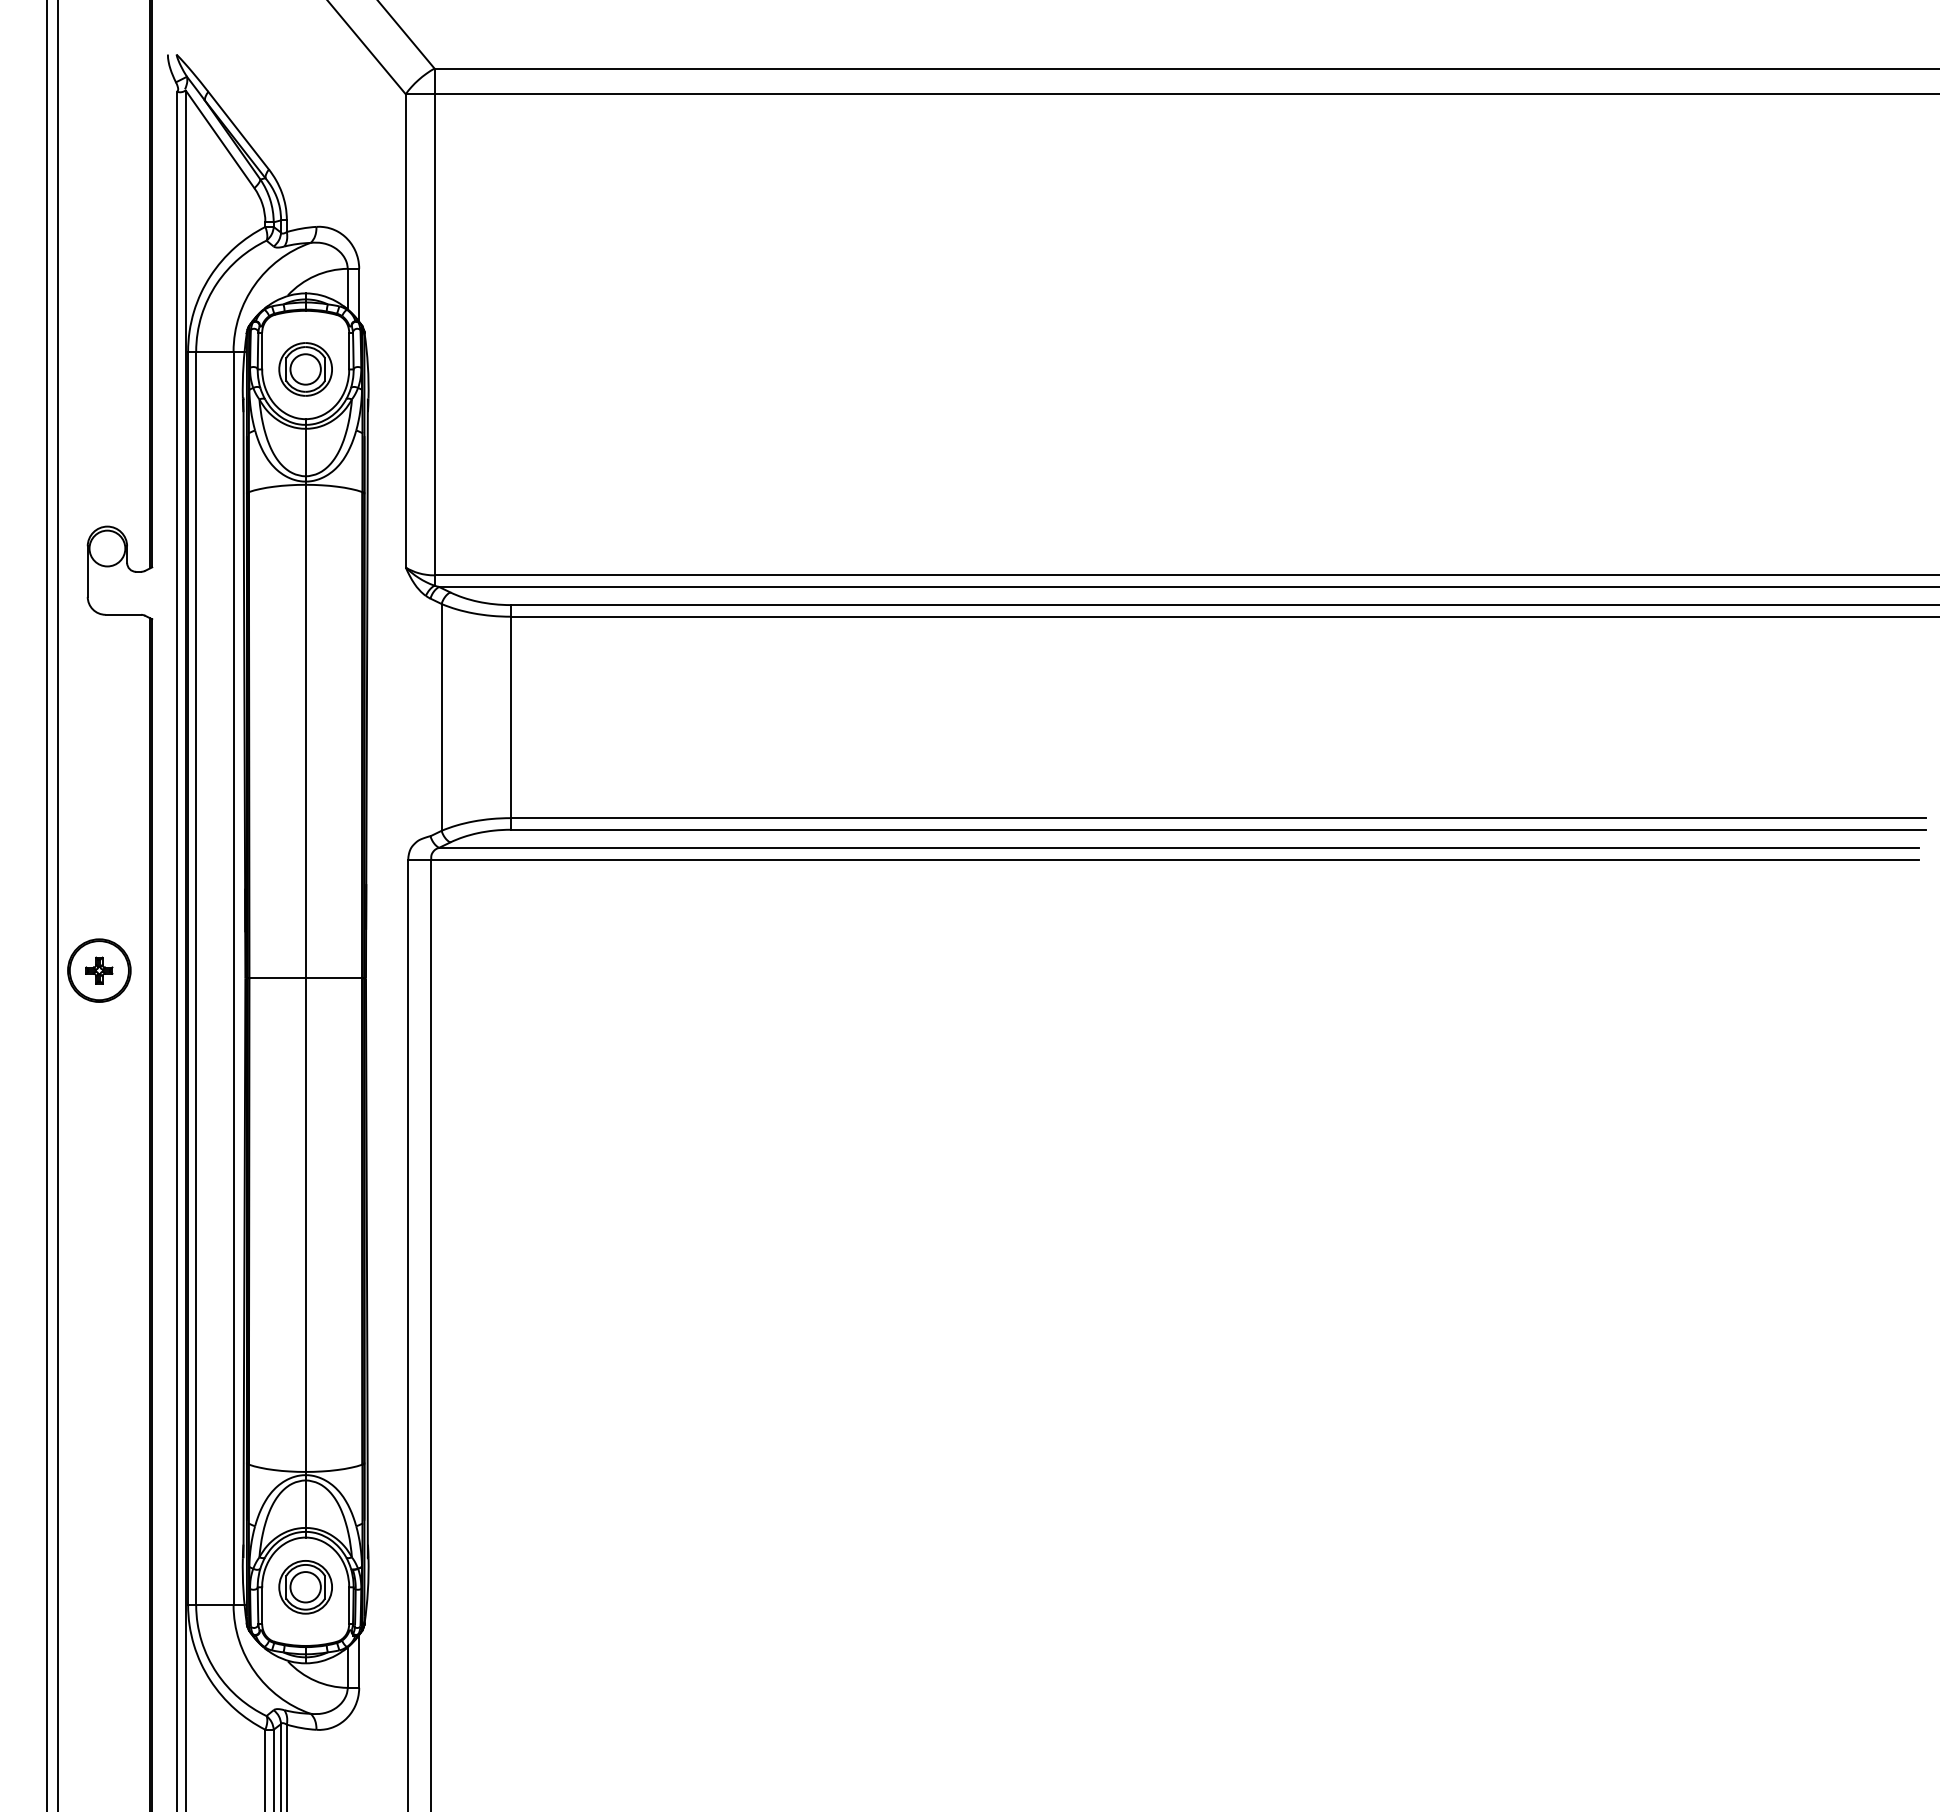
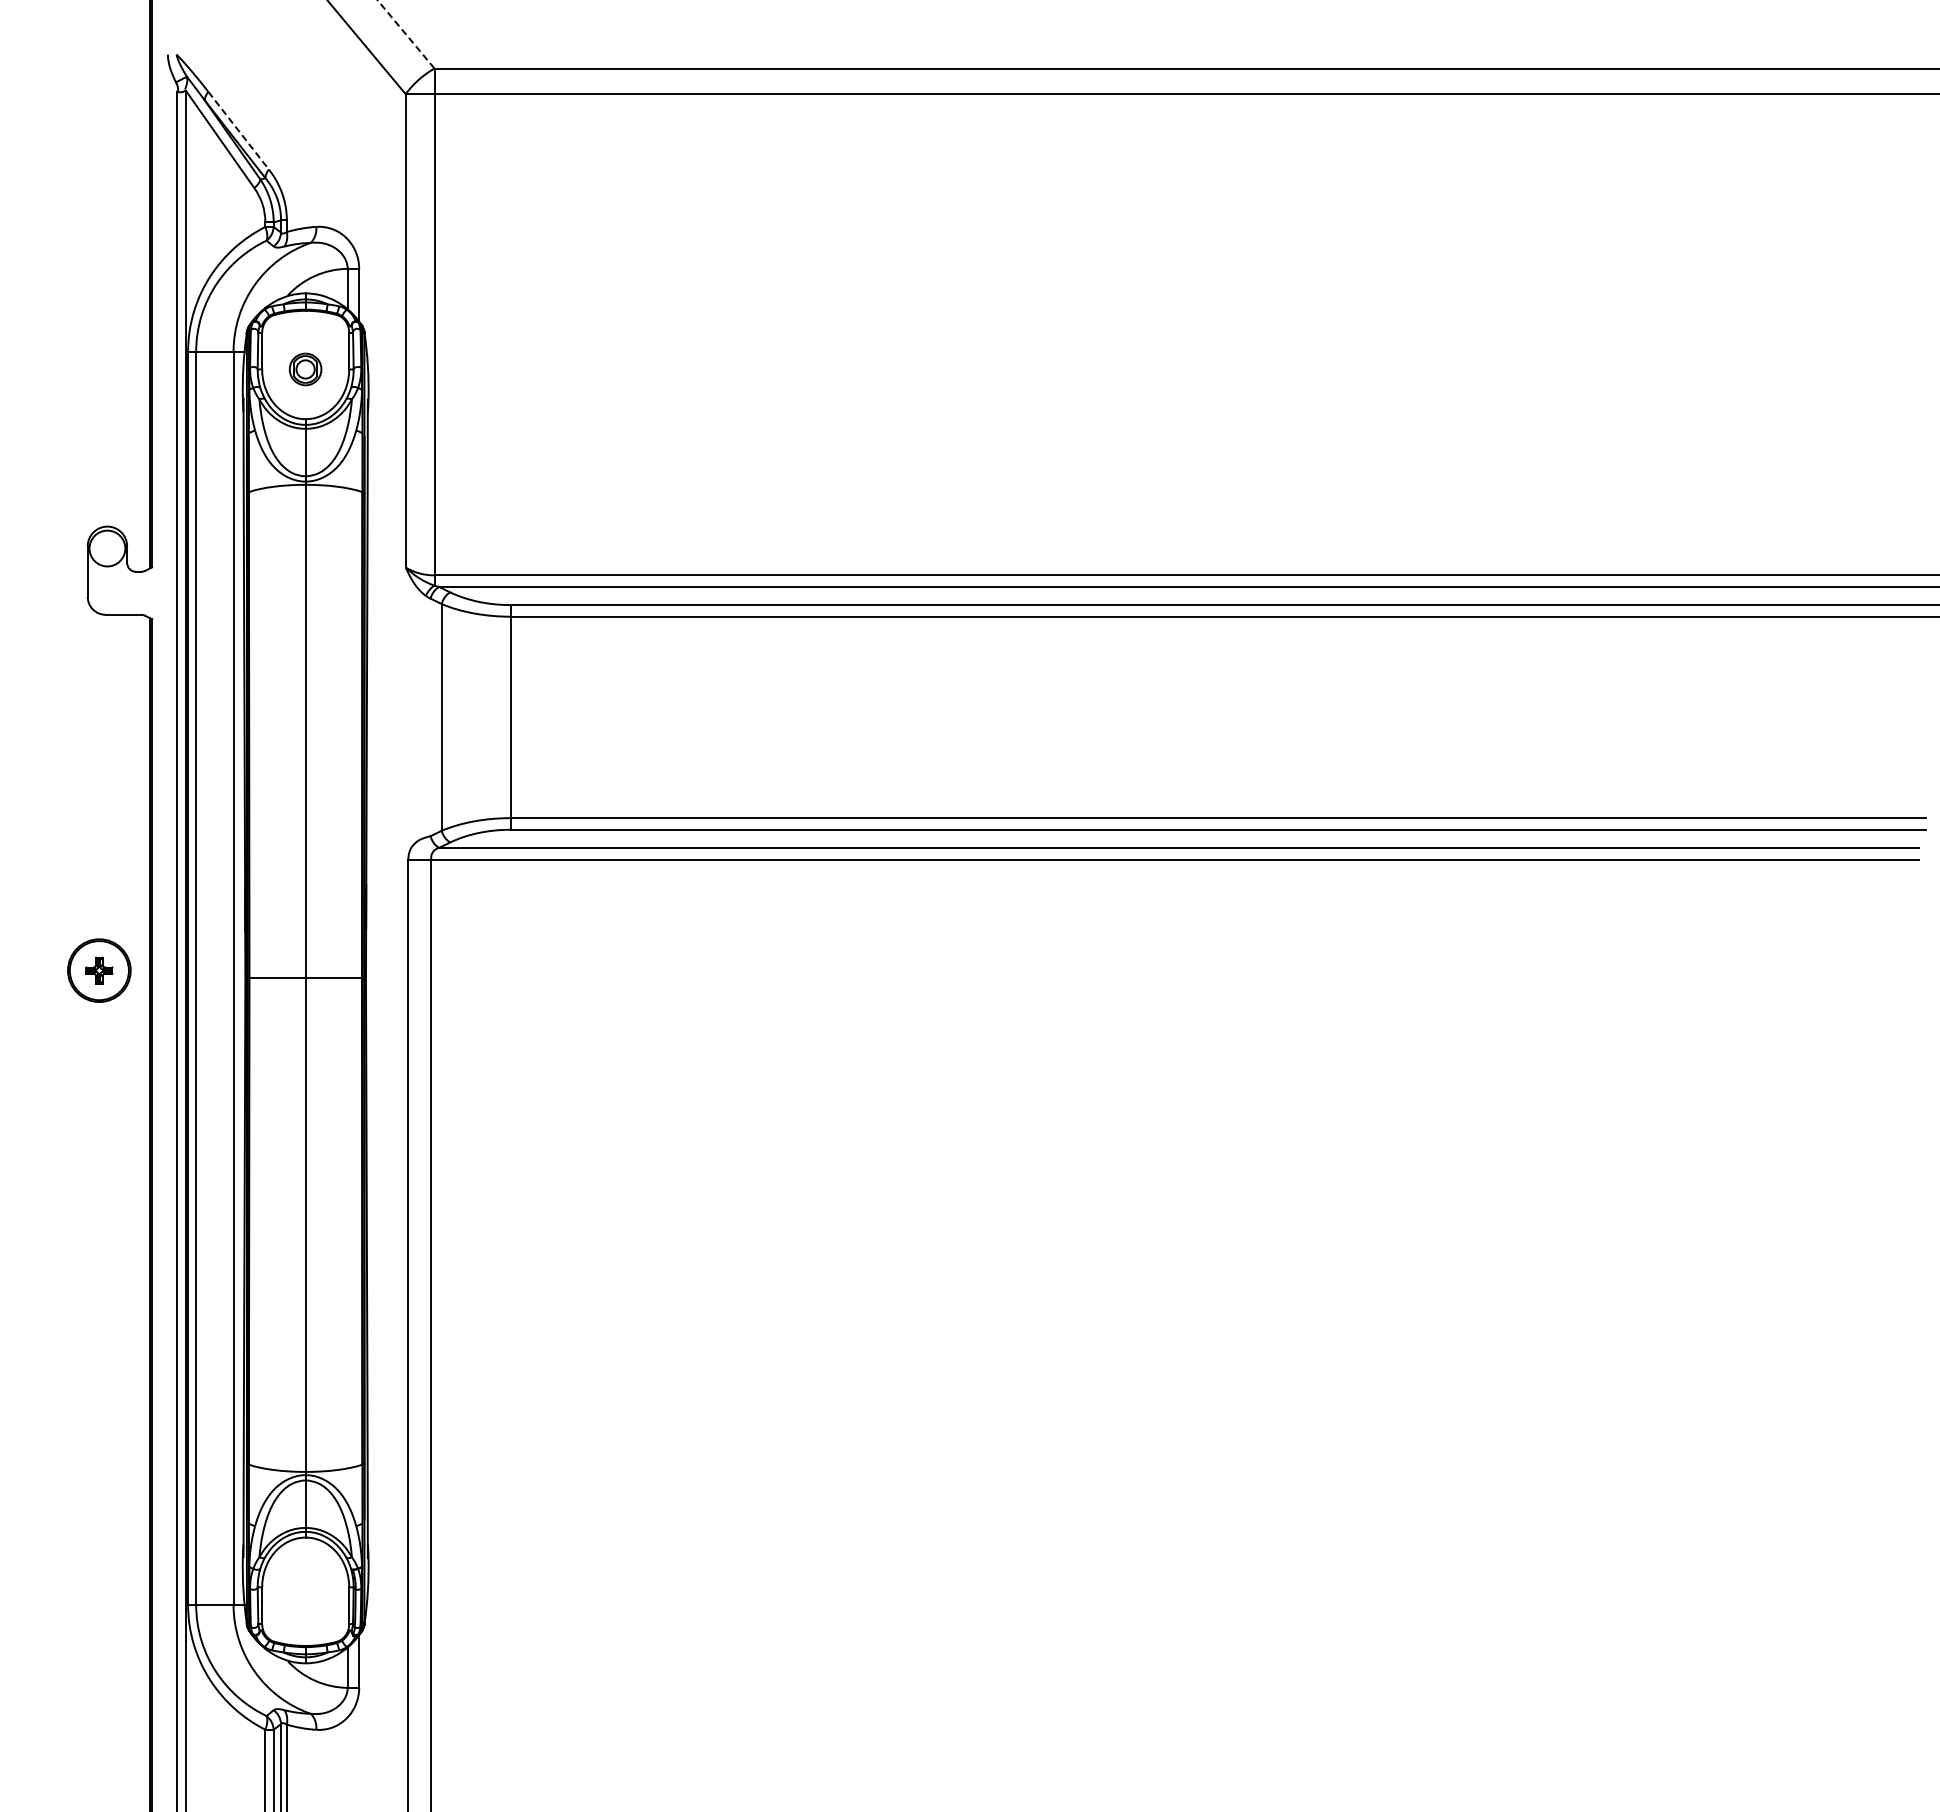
line at (405, 34): solid -> dashed
line at (238, 131): solid -> dashed
part at (305, 369) size: 55x55 px -> 34x35 px
line at (47, 905): present -> none
line at (58, 905): present -> none
part at (305, 1587): present -> none
